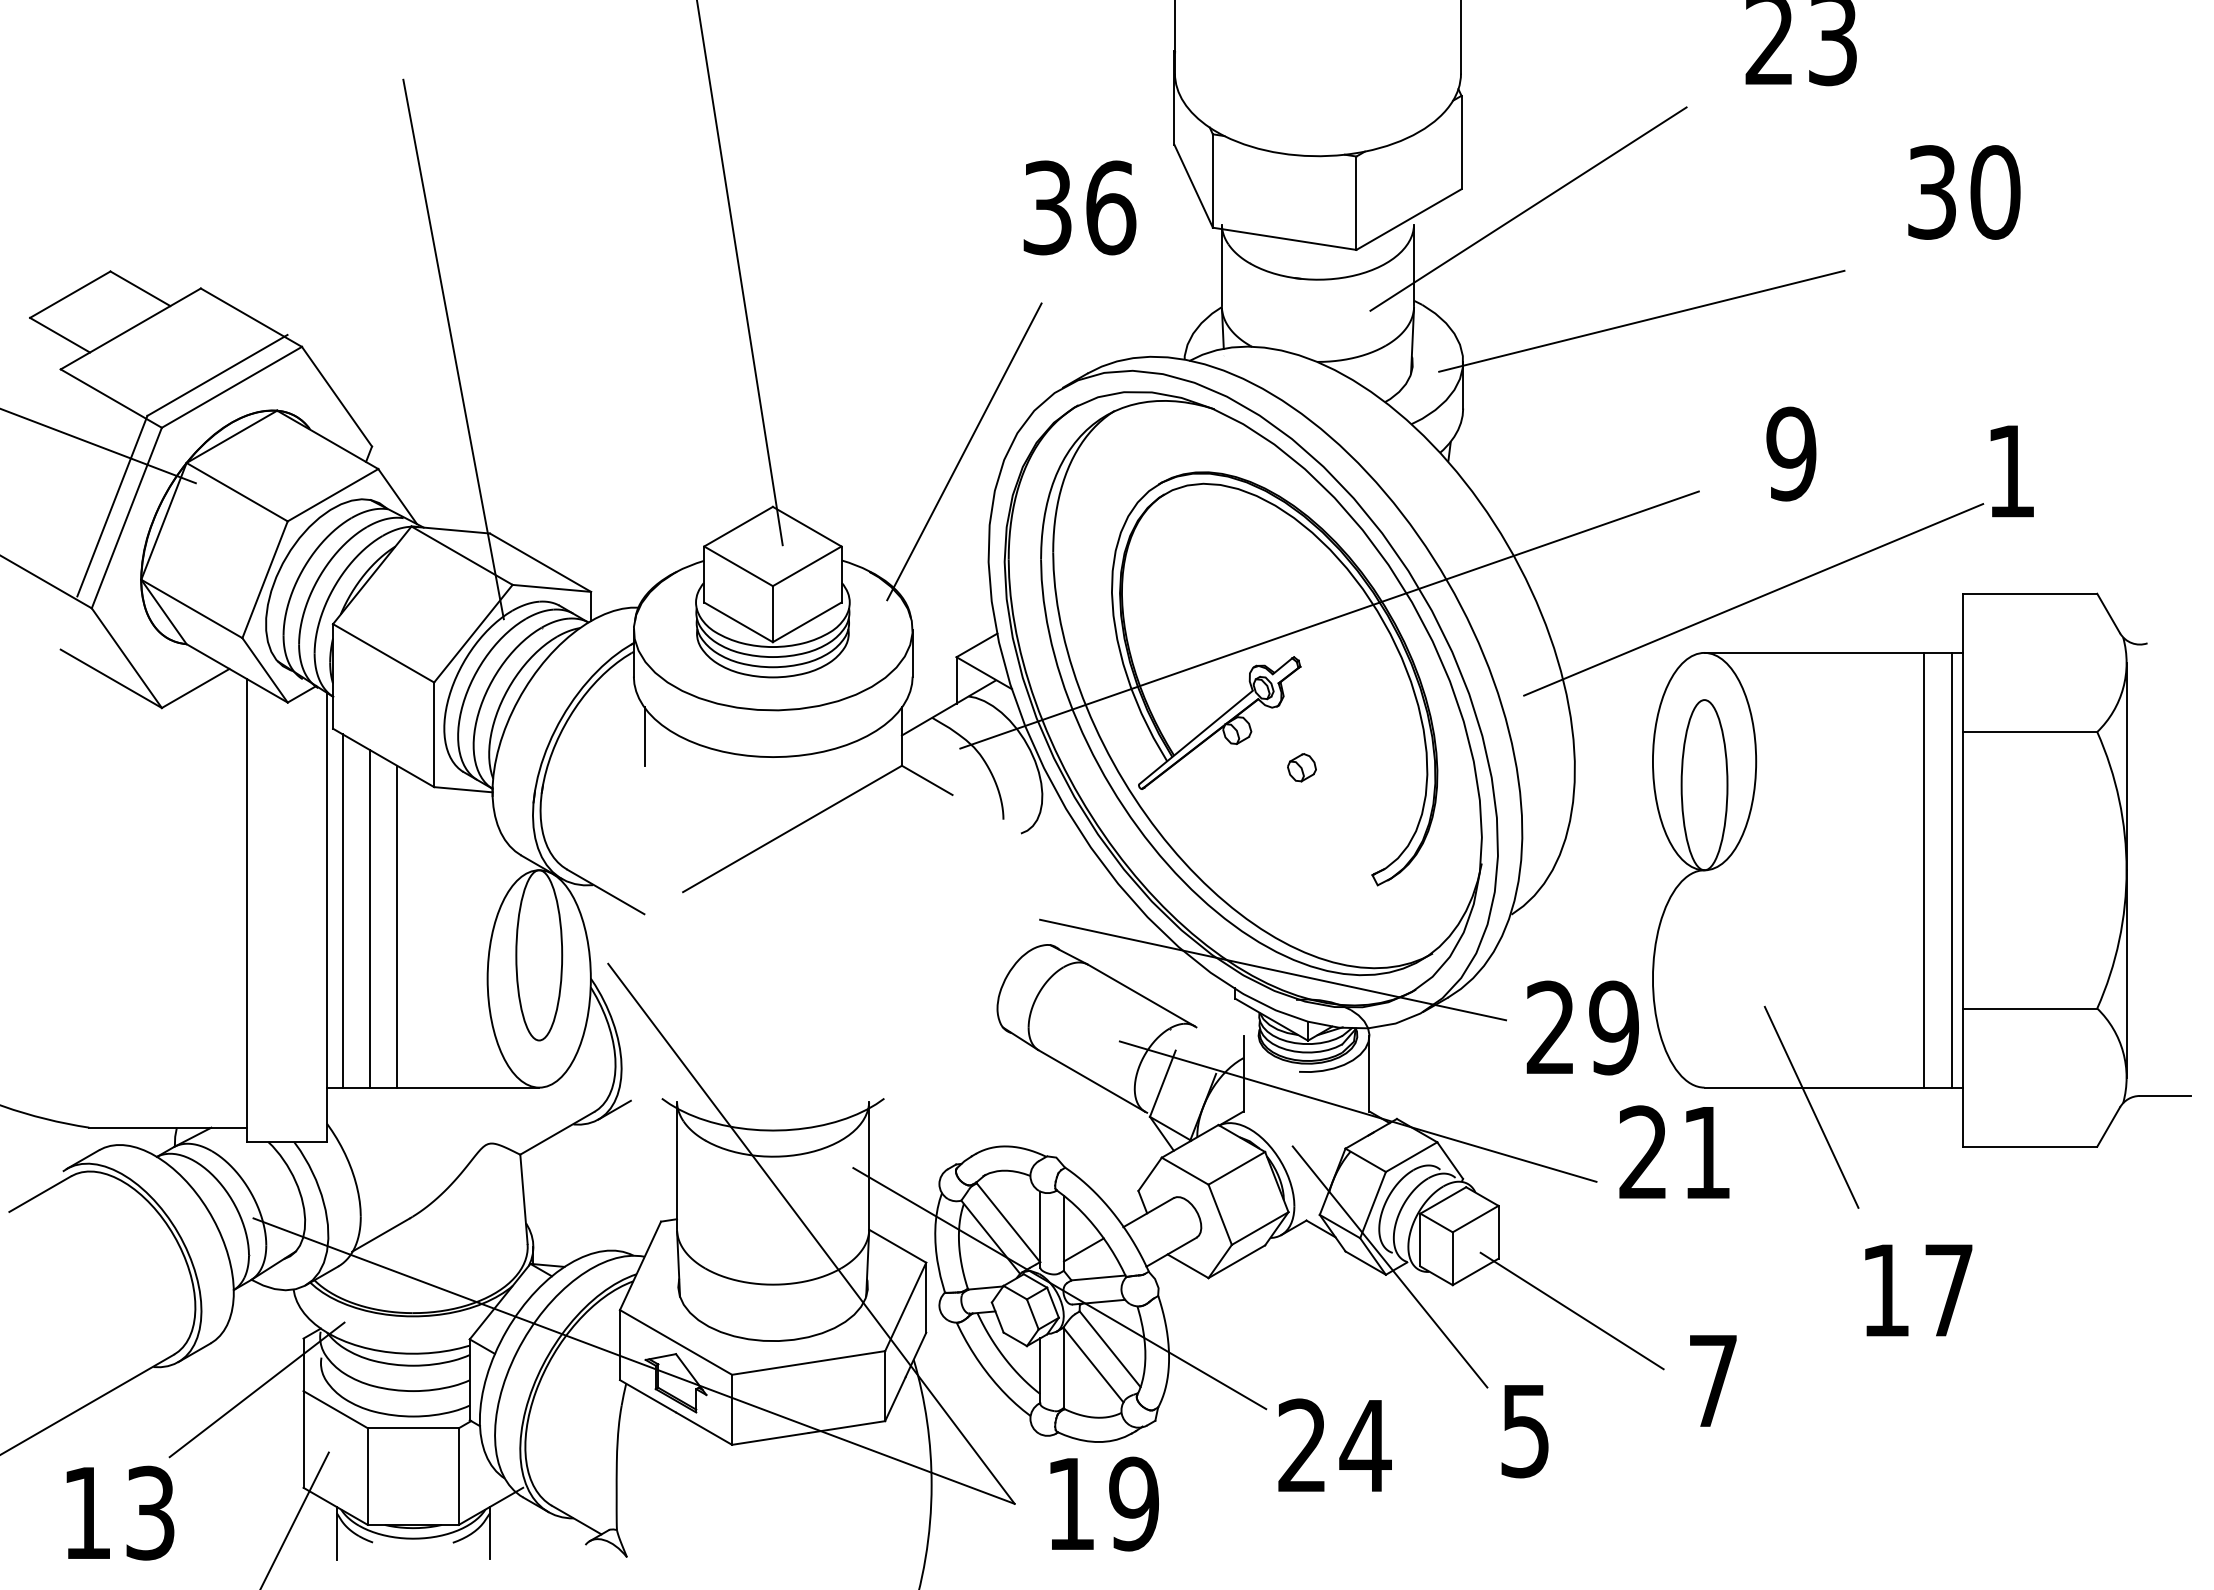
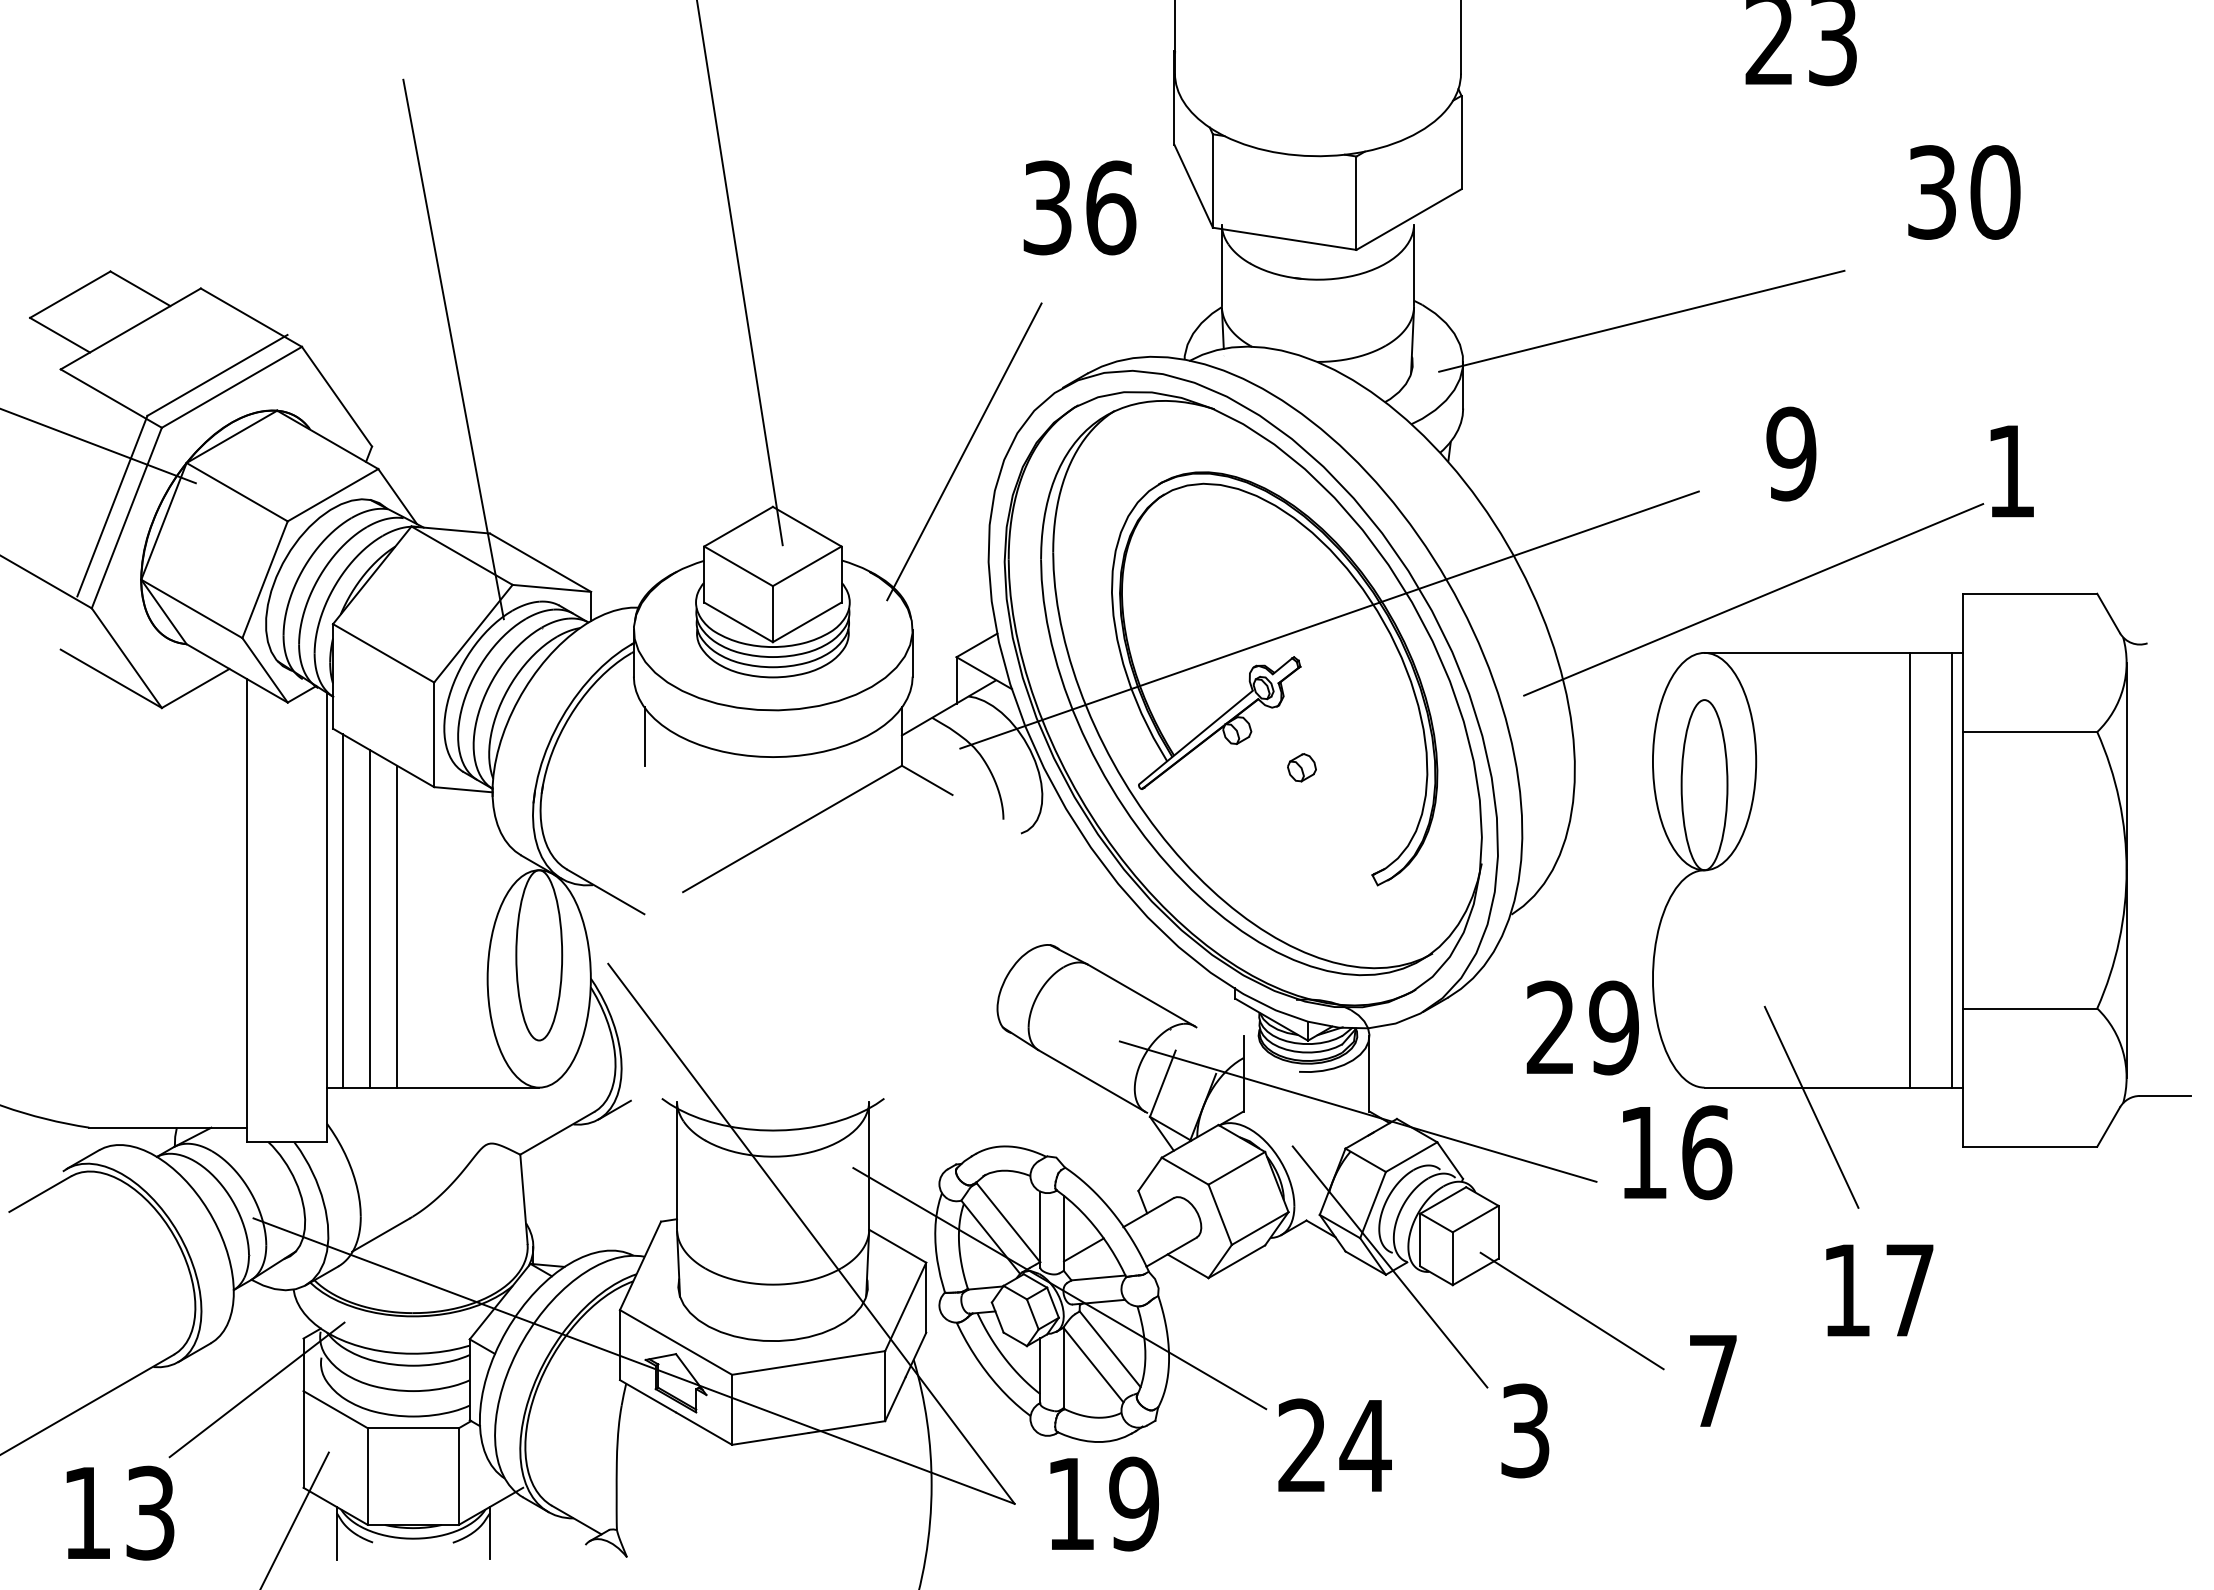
line at (1528, 208): present -> none
line at (1924, 869) position: (1924, 869) -> (1910, 869)
line at (1273, 969): present -> none
text at (1675, 1152): 21 -> 16
text at (1918, 1290) position: (1918, 1290) -> (1879, 1290)
text at (1525, 1430): 5 -> 3
